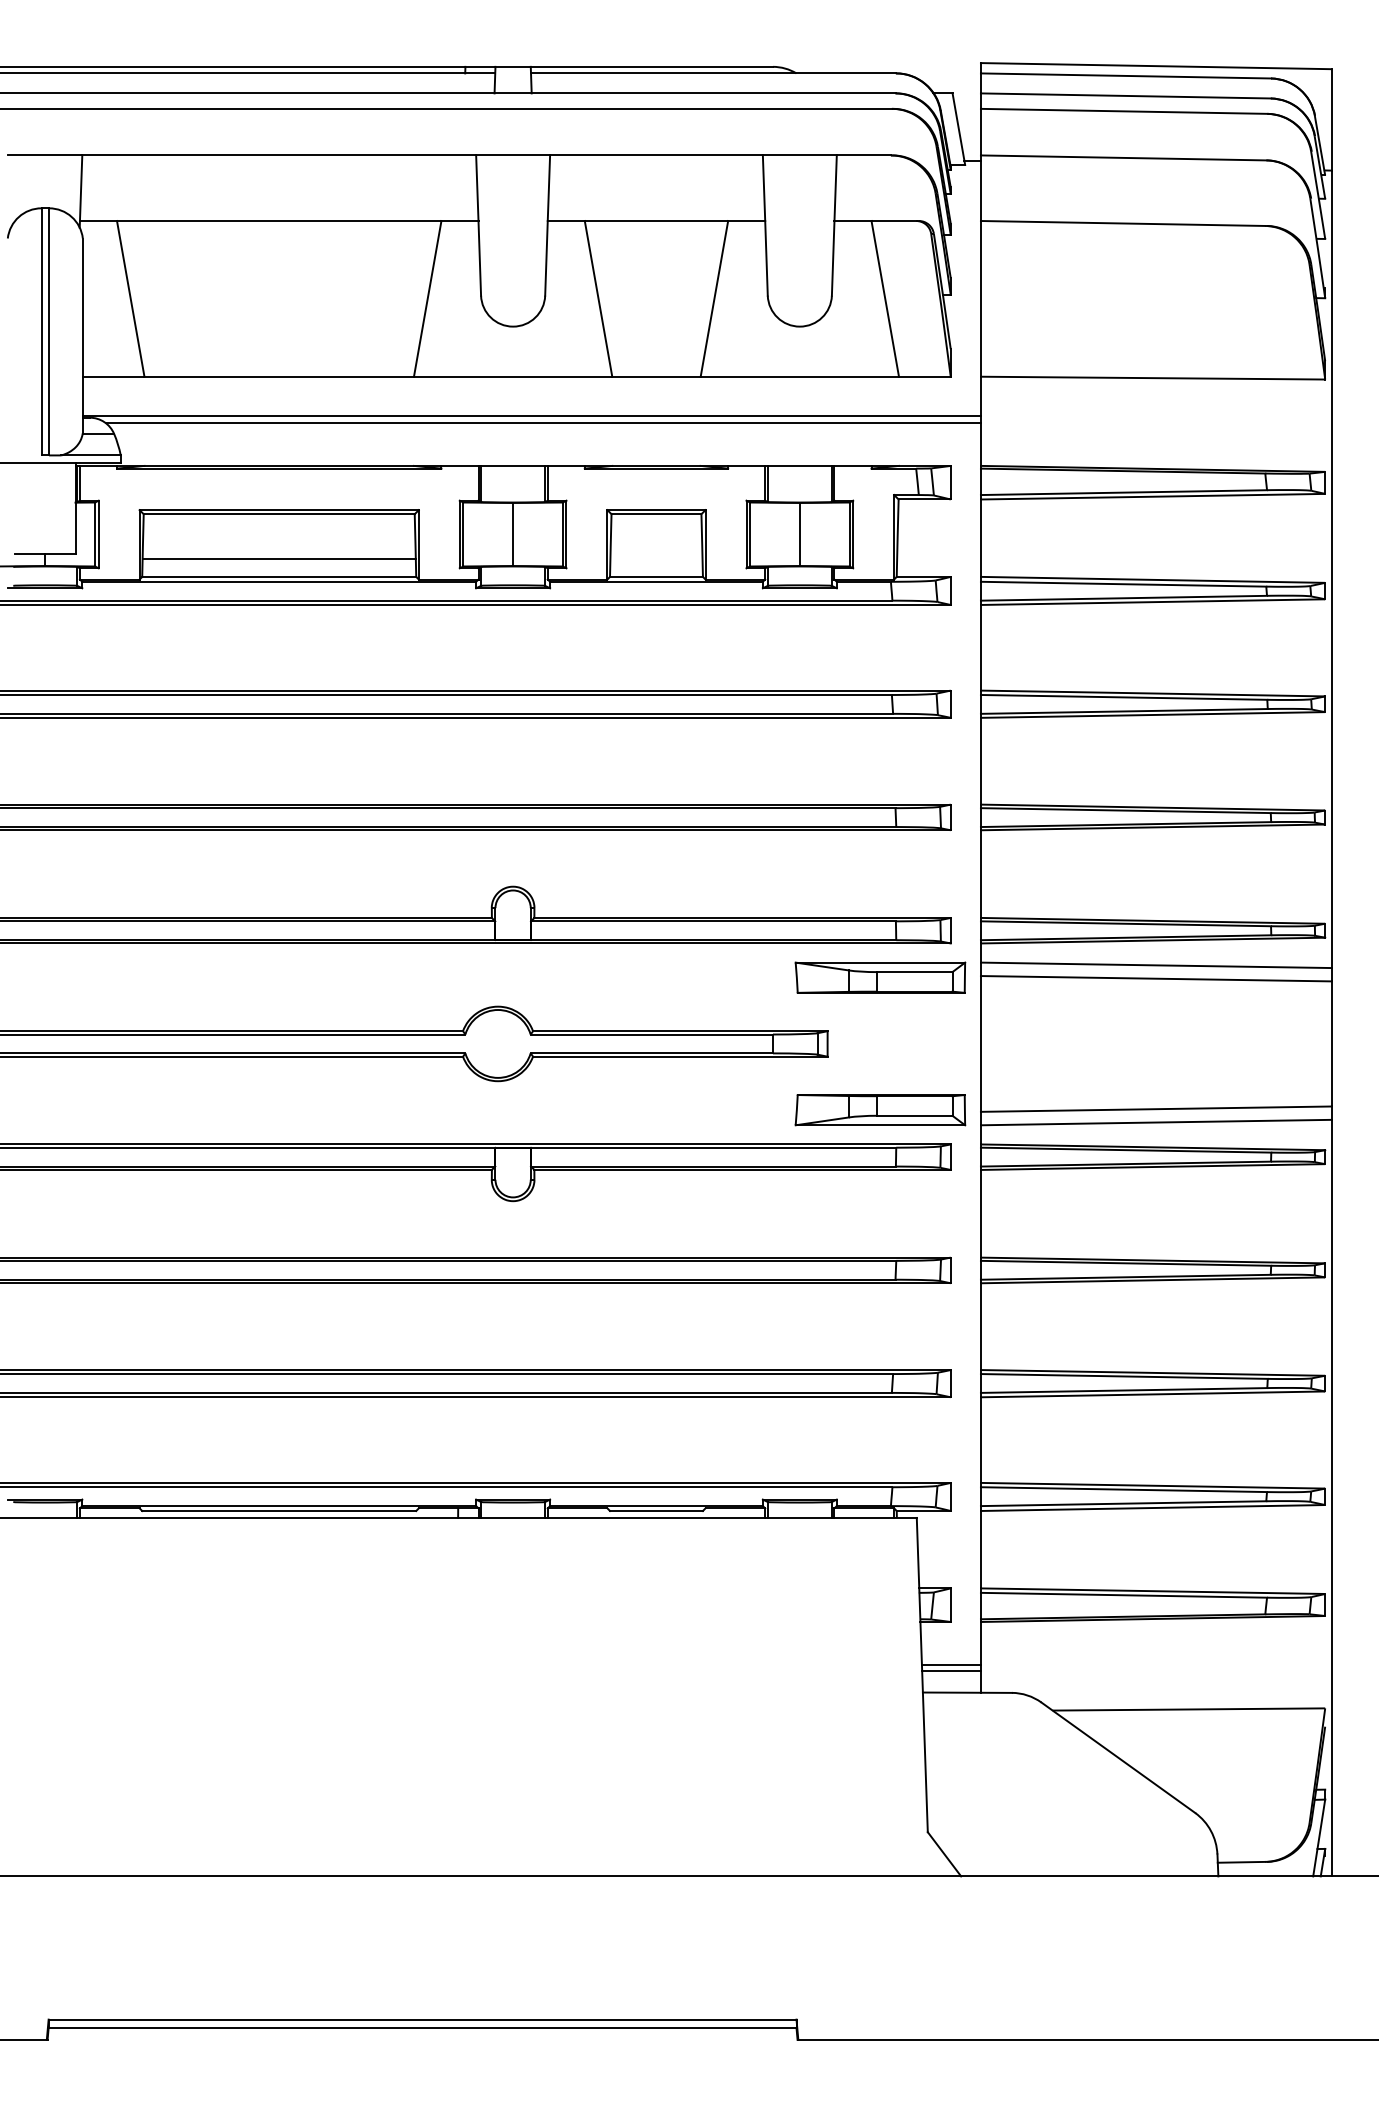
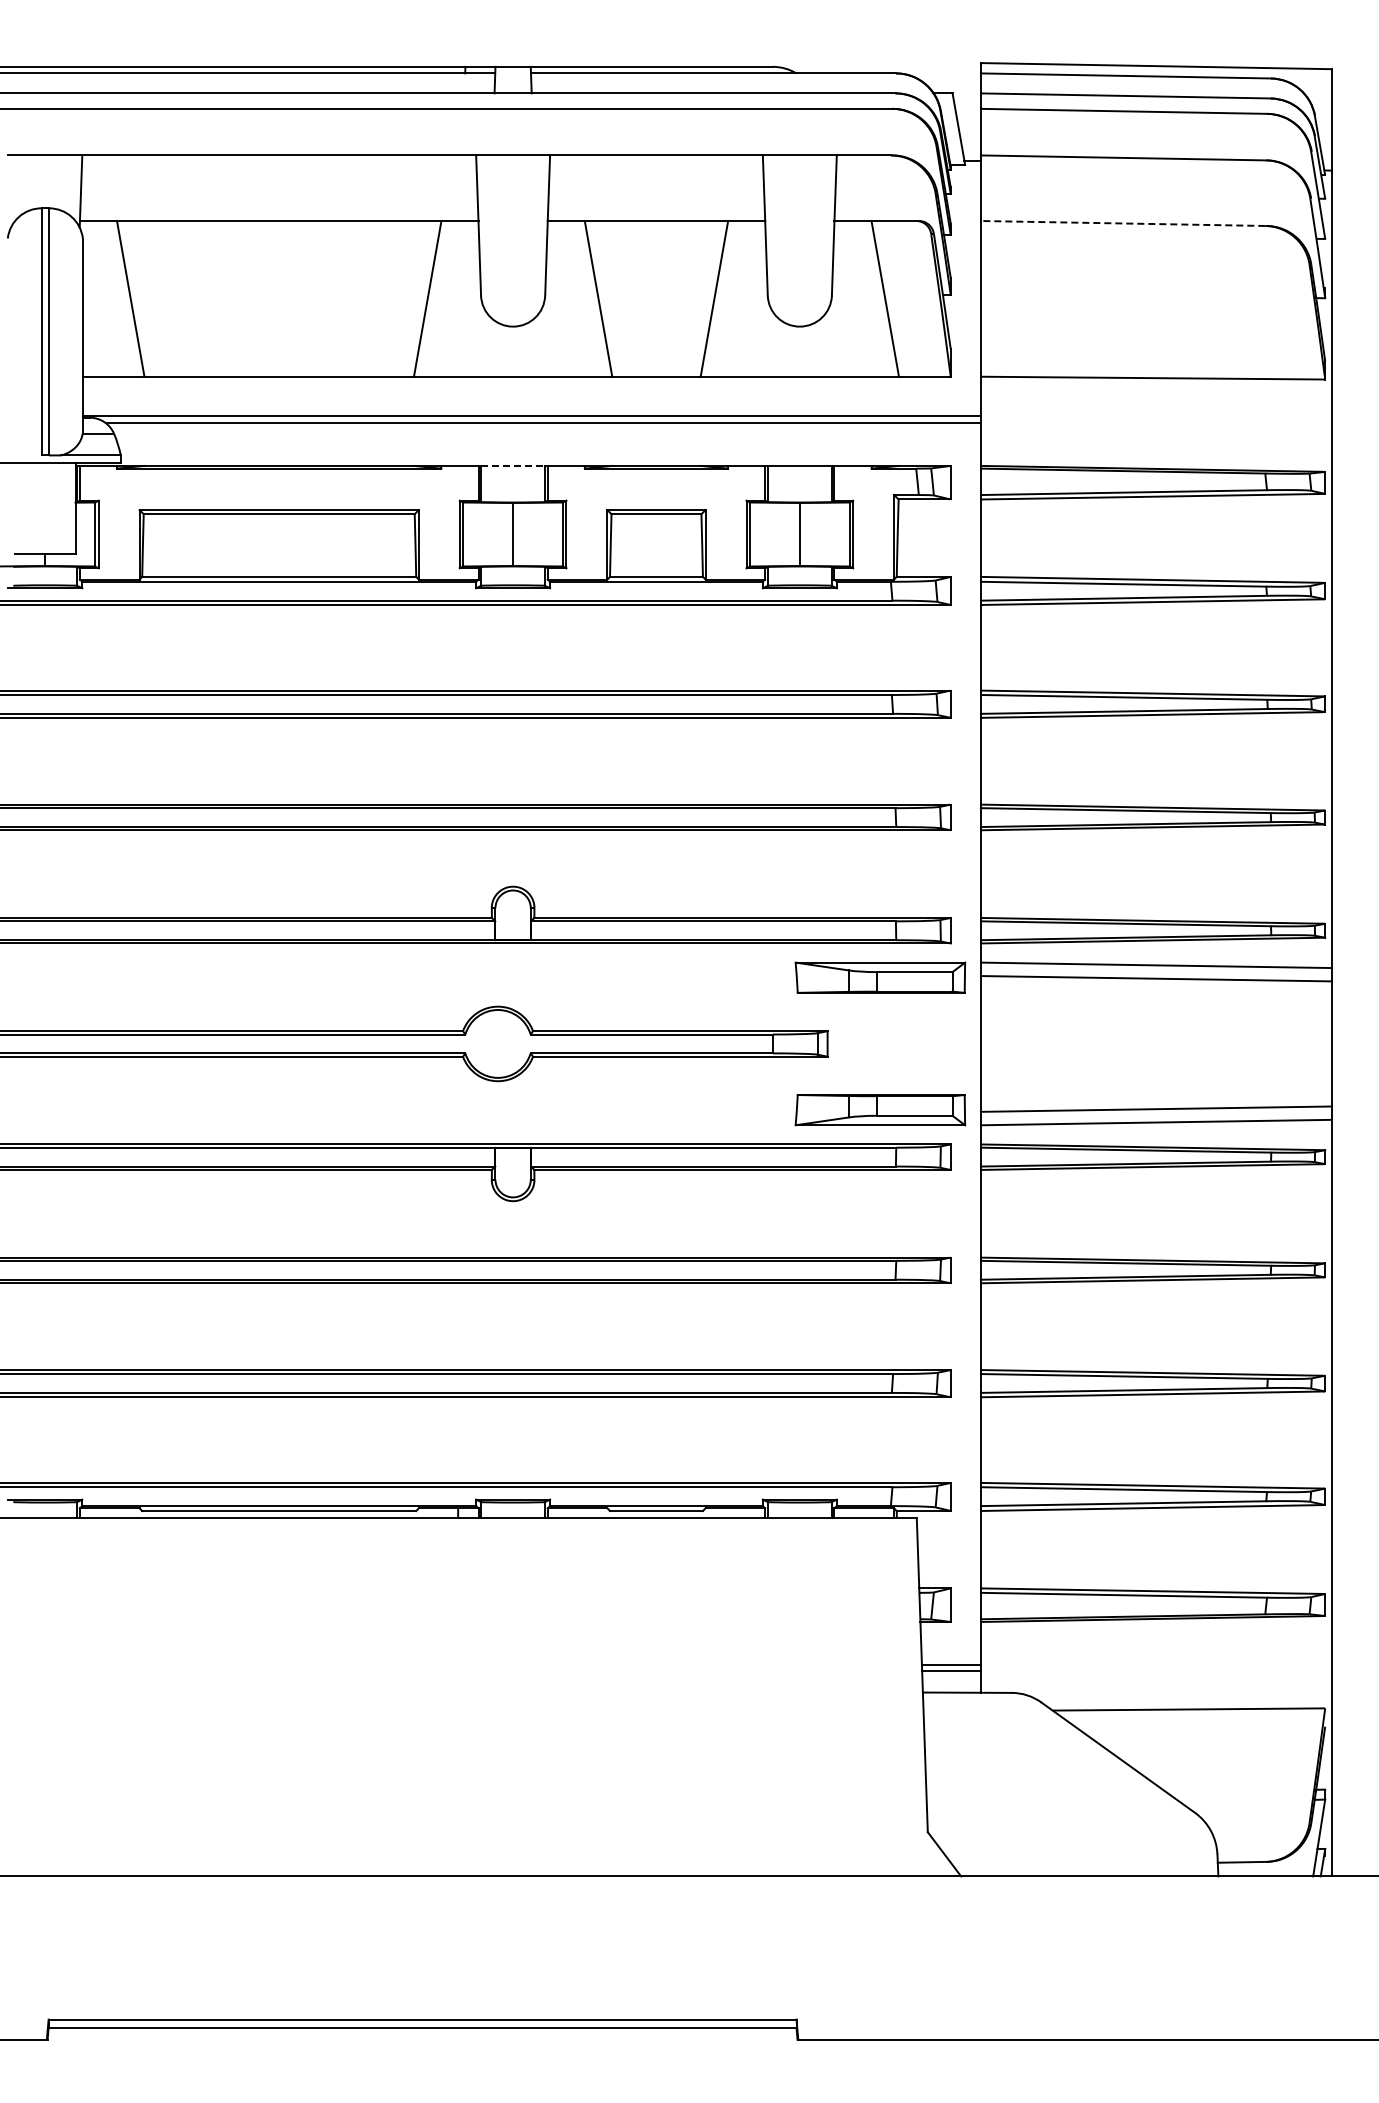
line at (1122, 223): solid -> dashed
line at (513, 465): solid -> dashed
line at (278, 558): present -> none
